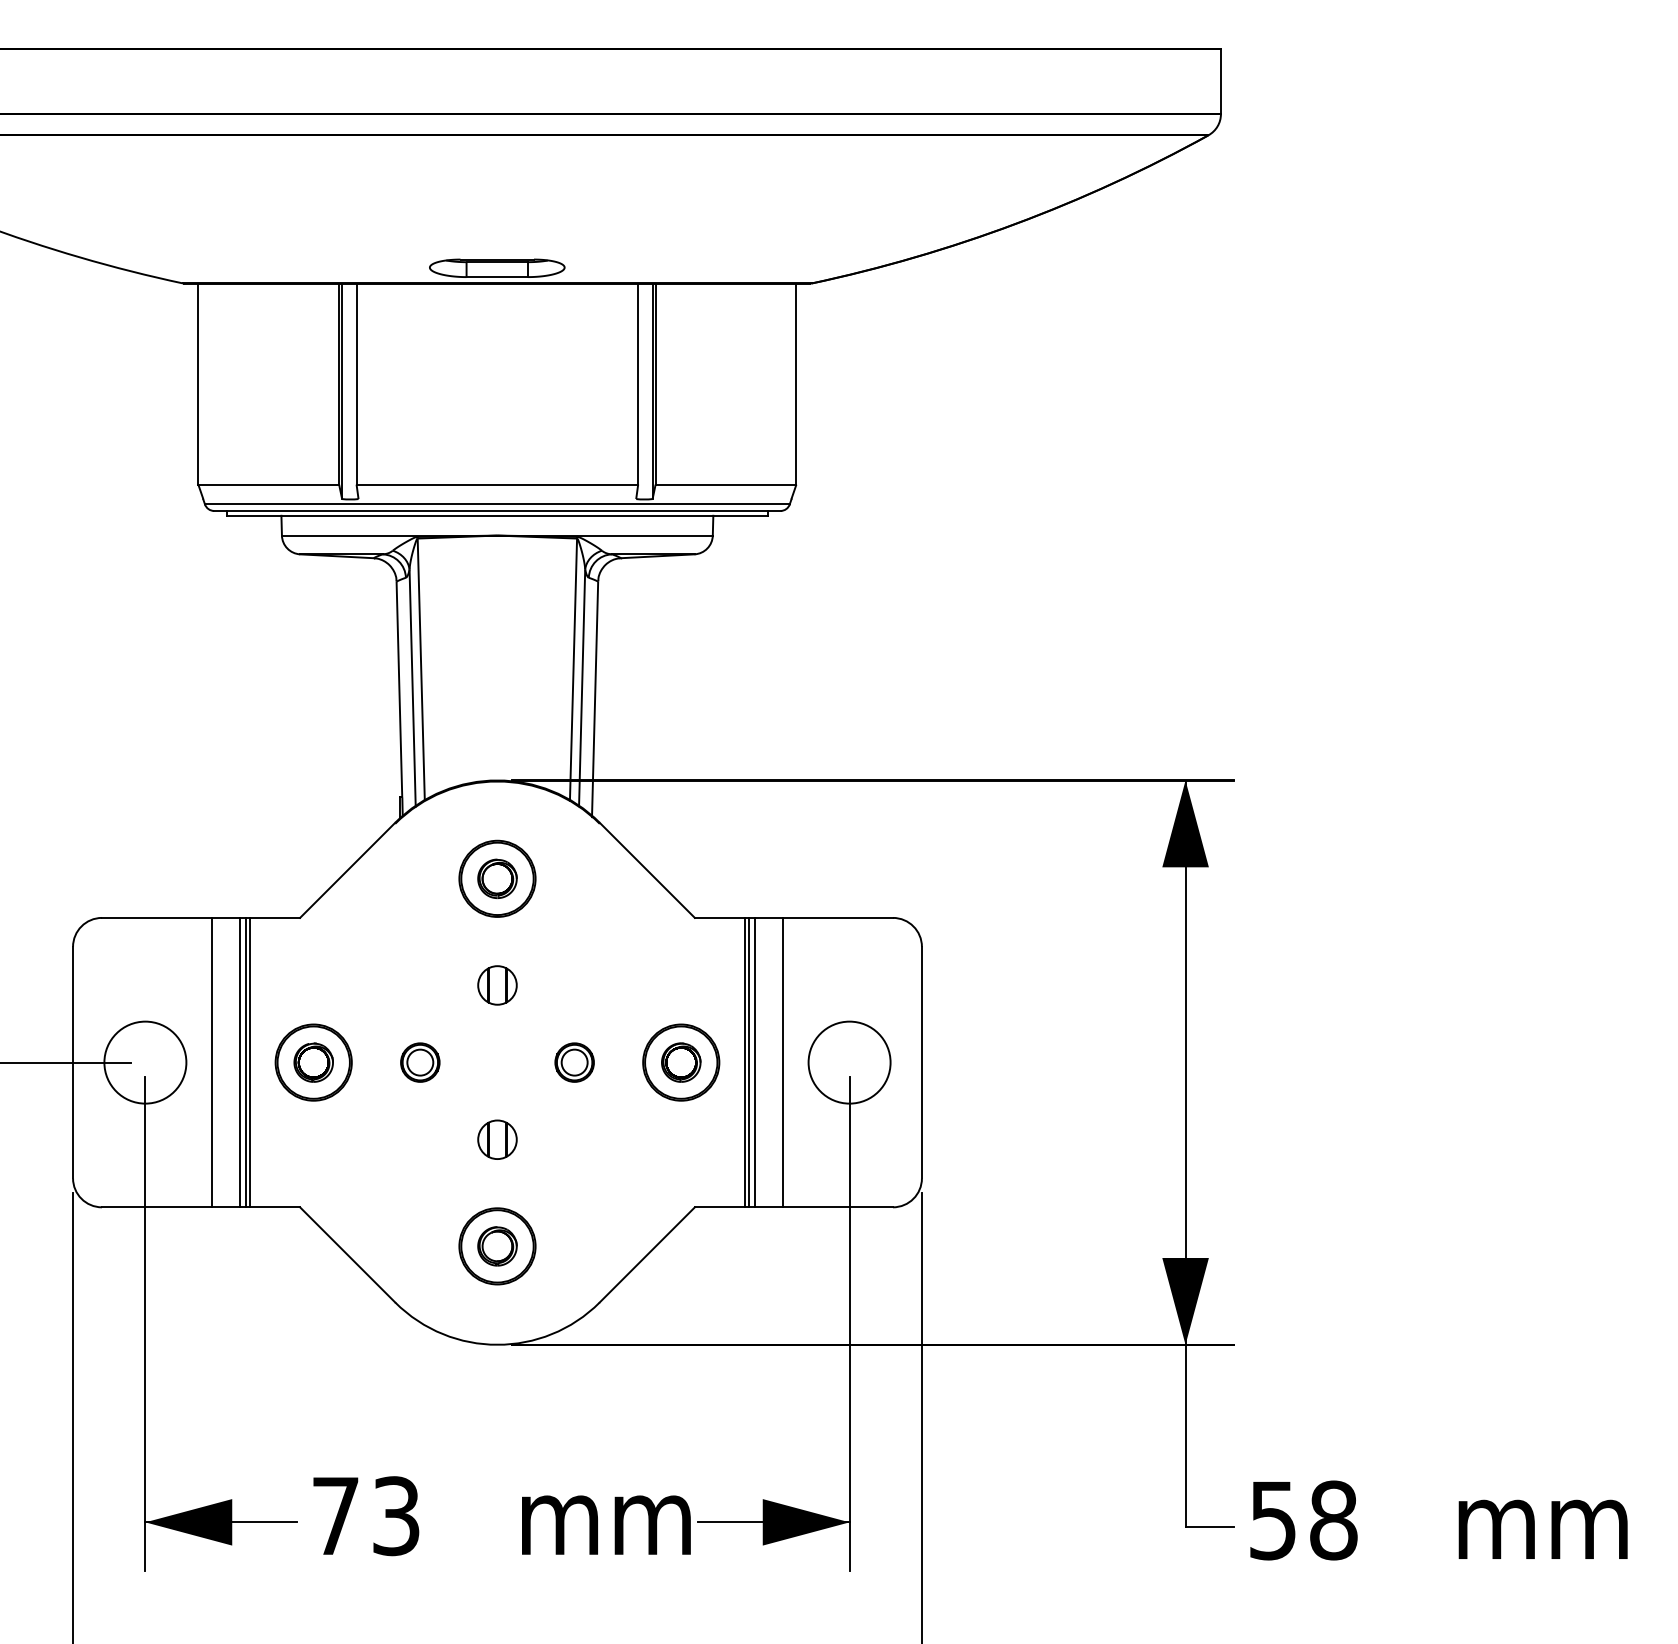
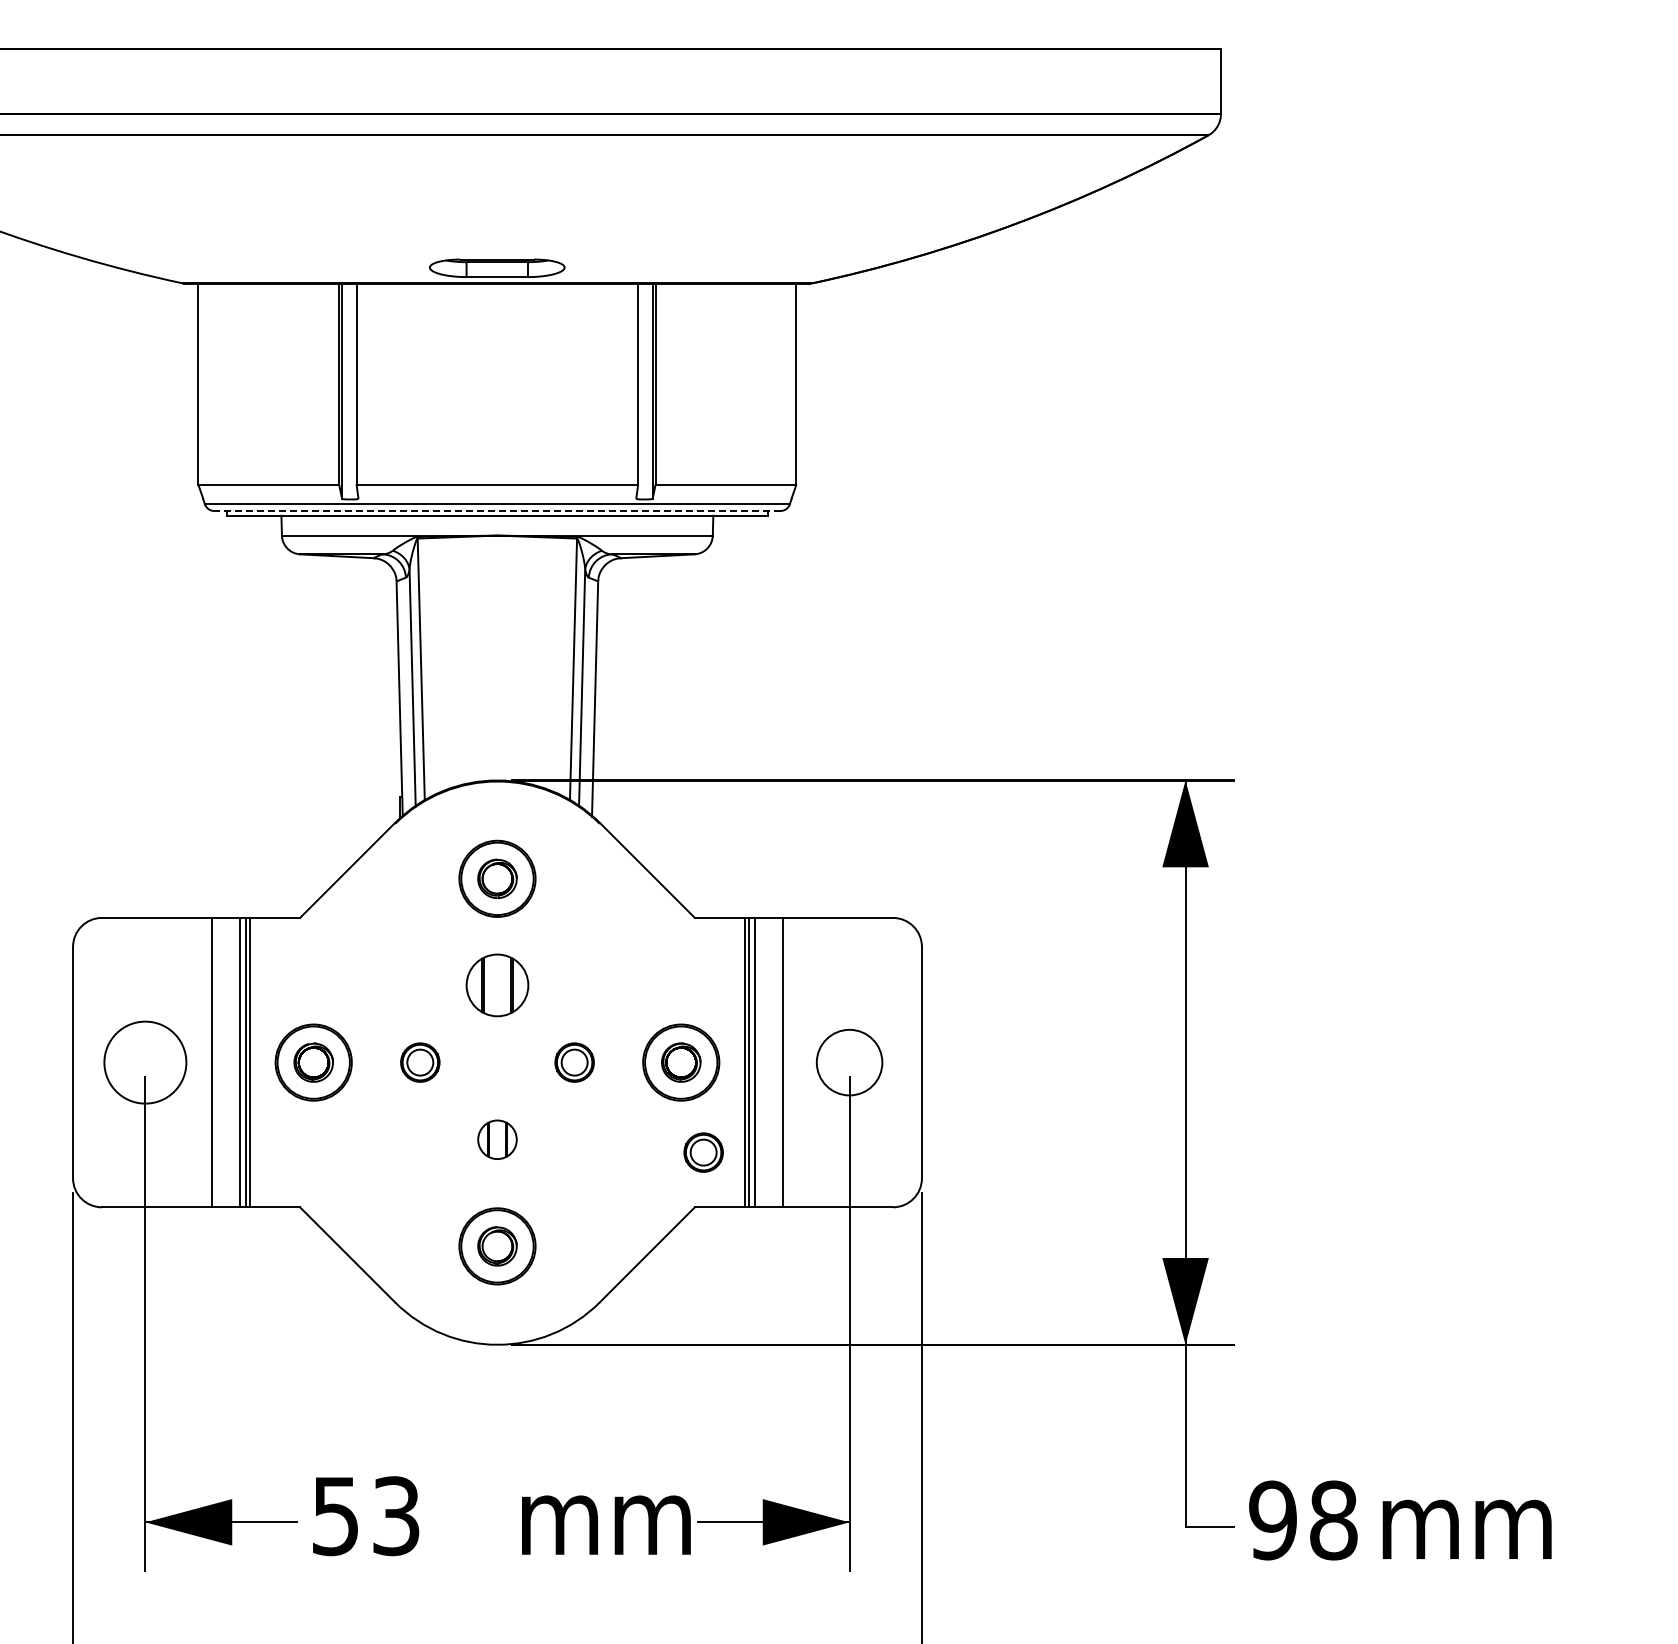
line at (496, 510): solid -> dashed
part at (497, 985) size: 41x41 px -> 65x65 px
line at (66, 1062): present -> none
circle at (849, 1062) diameter: 82 px -> 66 px
part at (703, 1152): none -> present
text at (335, 1516): 73 -> 53
text at (1272, 1520): 58 -> 98
text at (1542, 1528) position: (1542, 1528) -> (1466, 1528)
